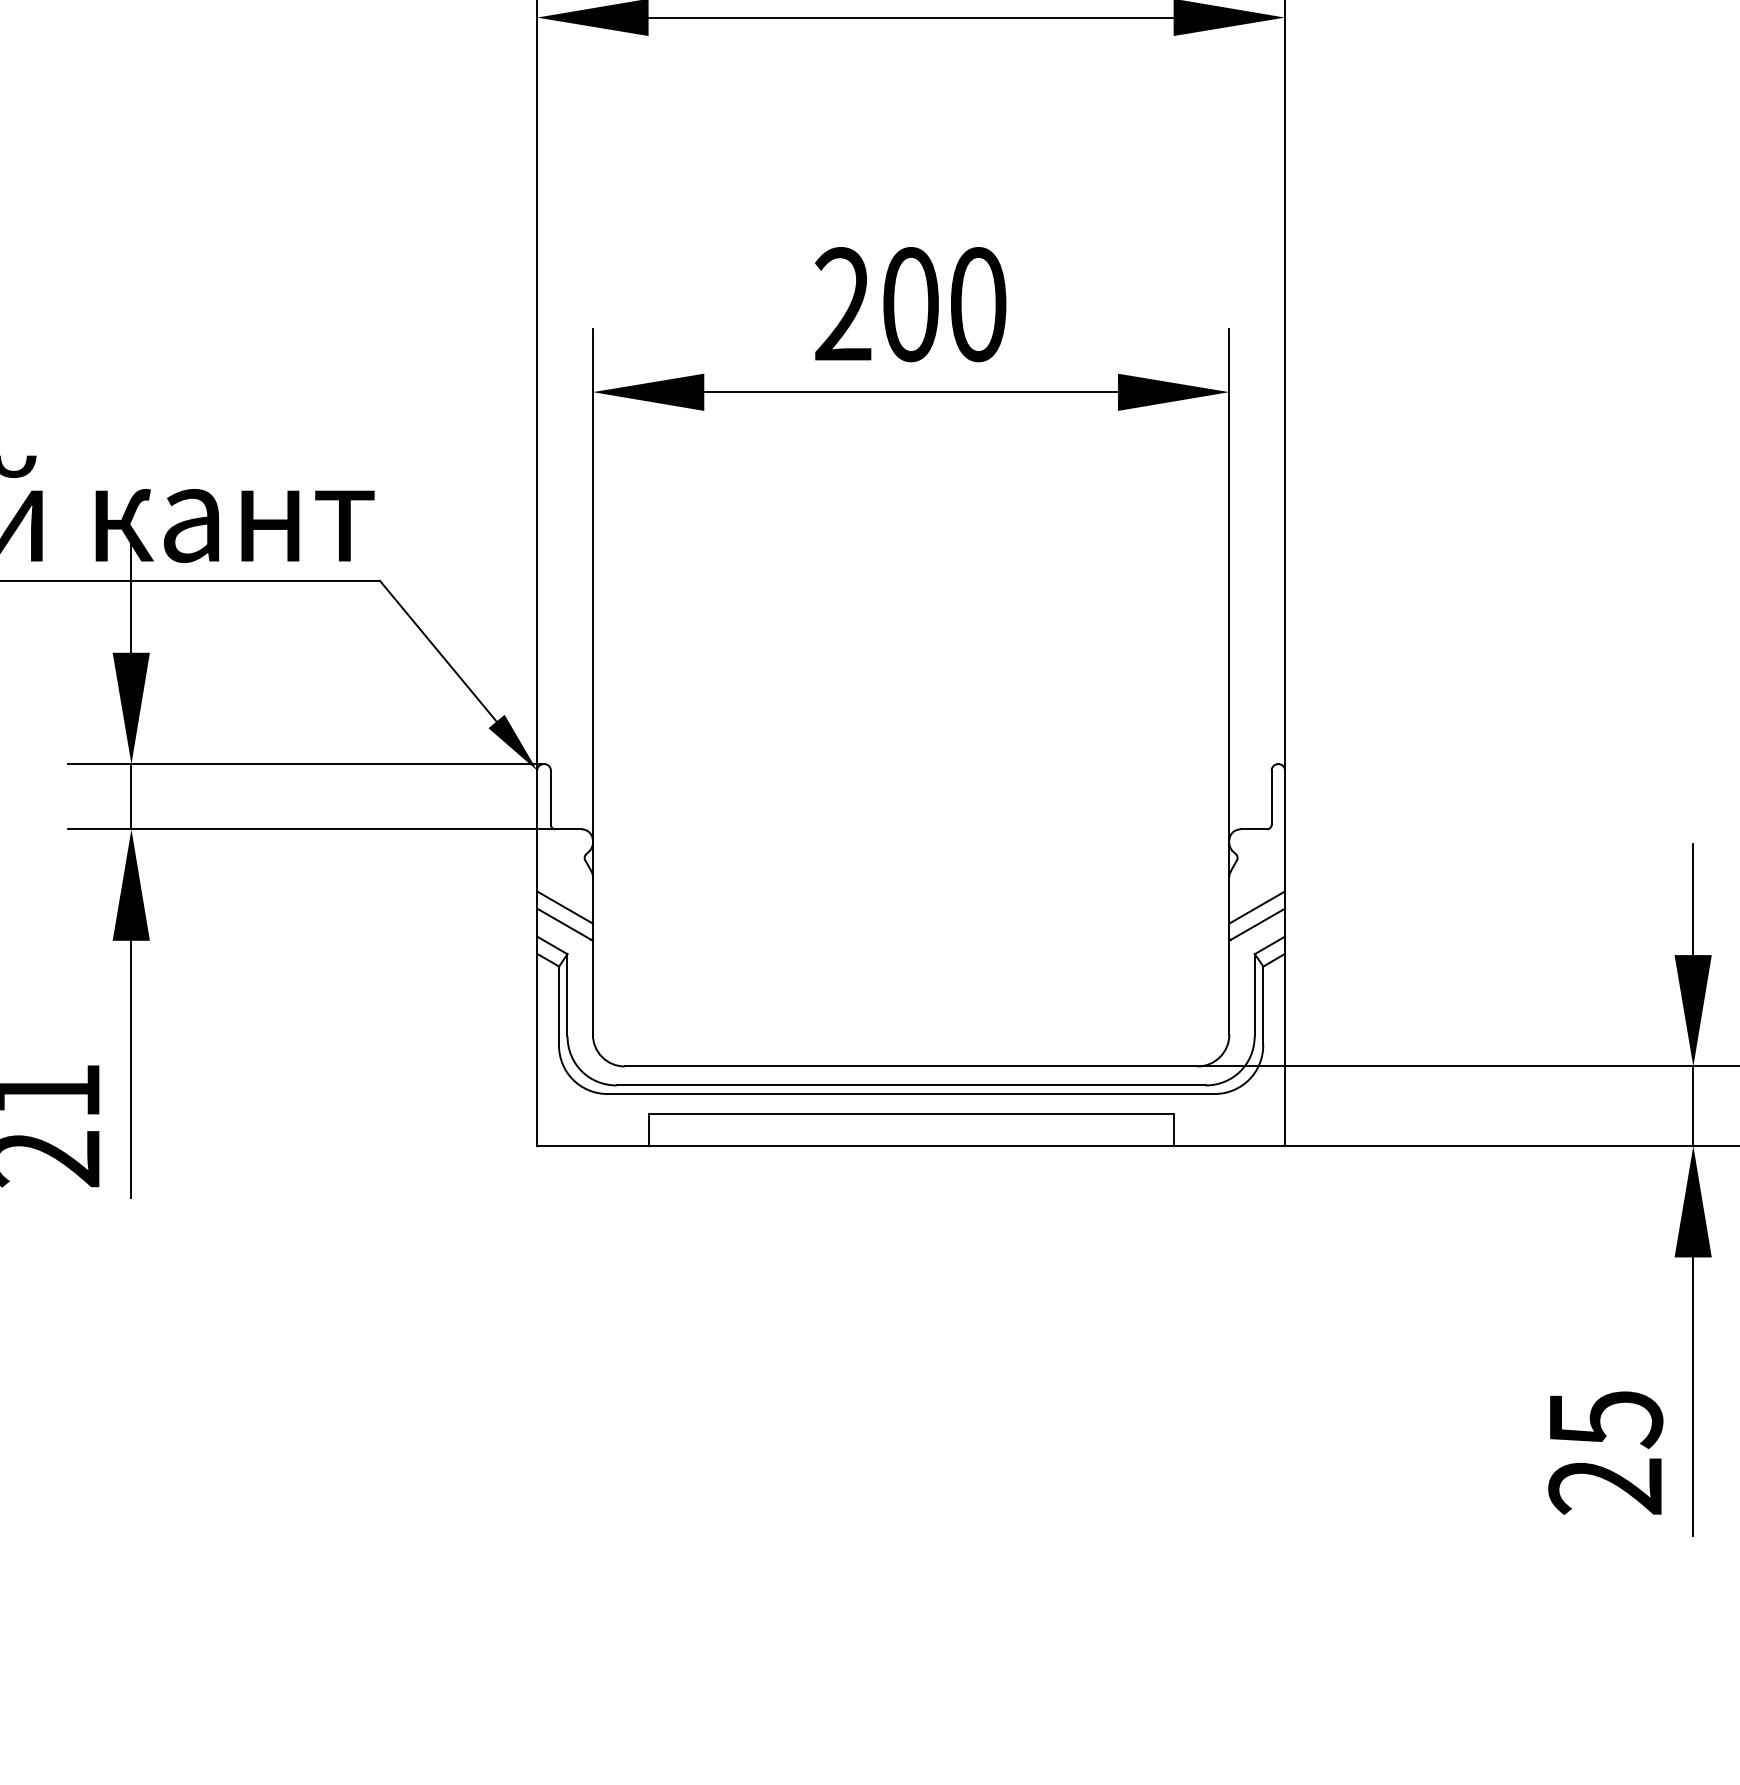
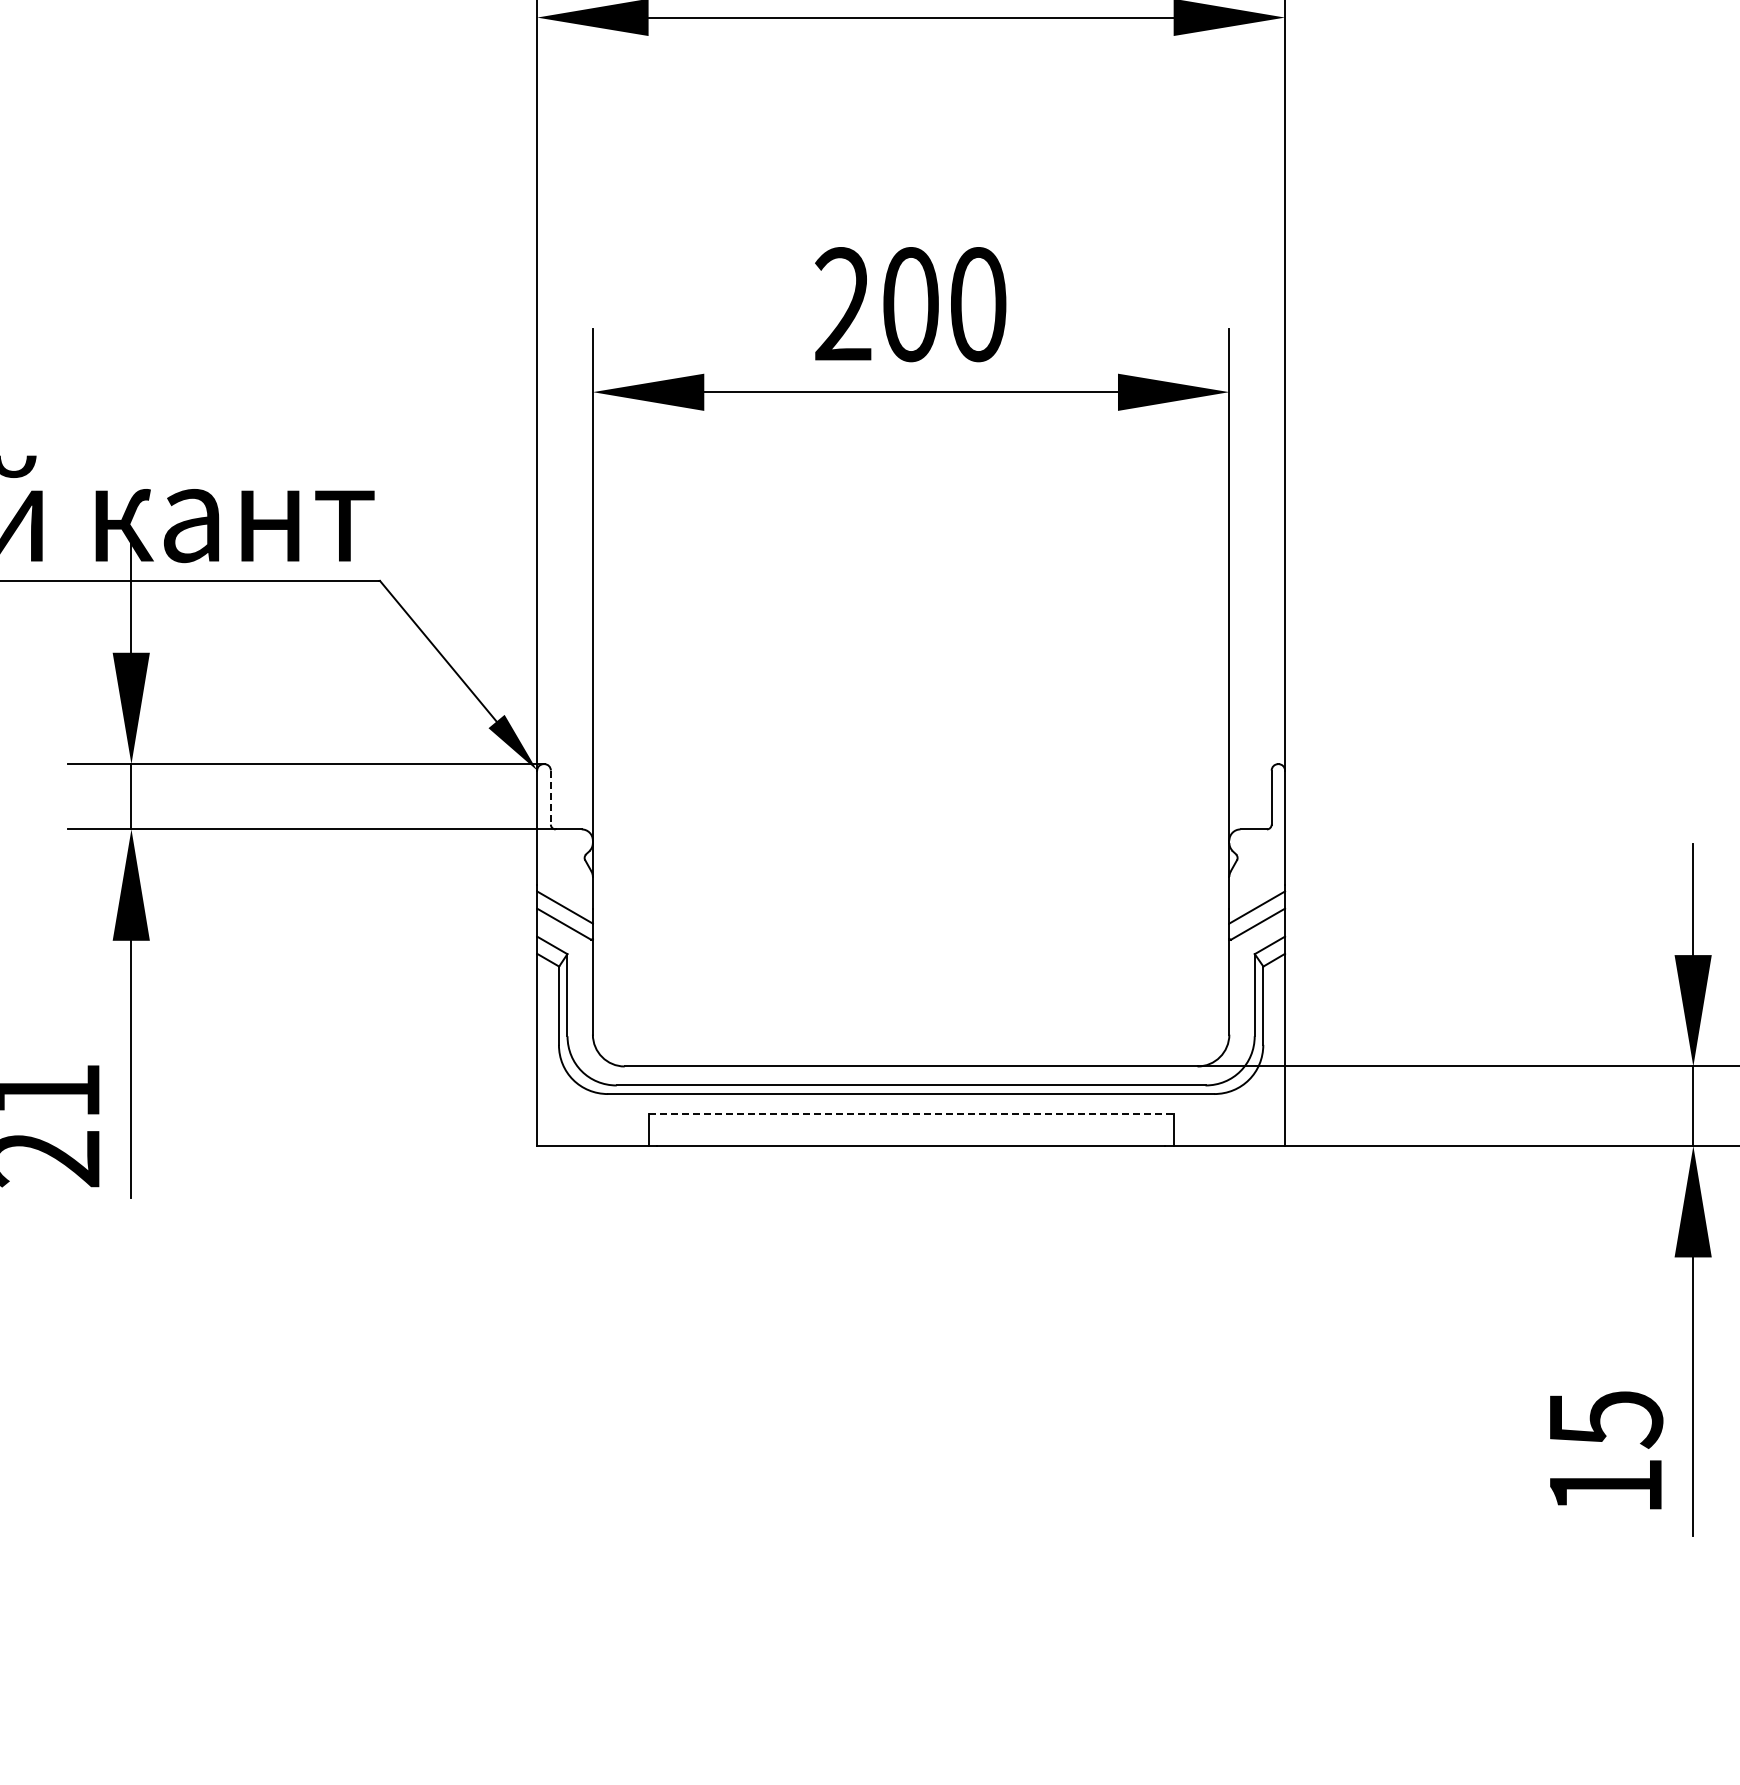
line at (550, 798): solid -> dashed
line at (911, 1114): solid -> dashed
text at (1604, 1486): 25 -> 15
